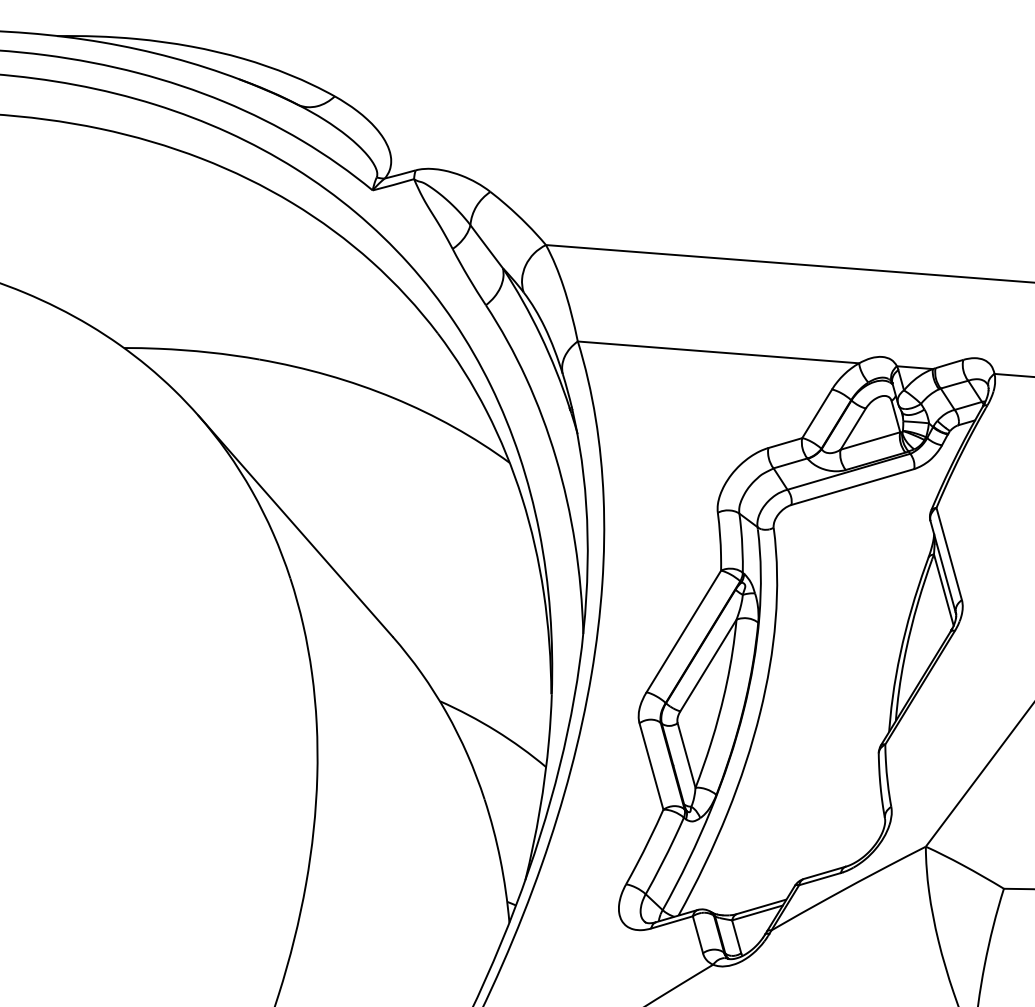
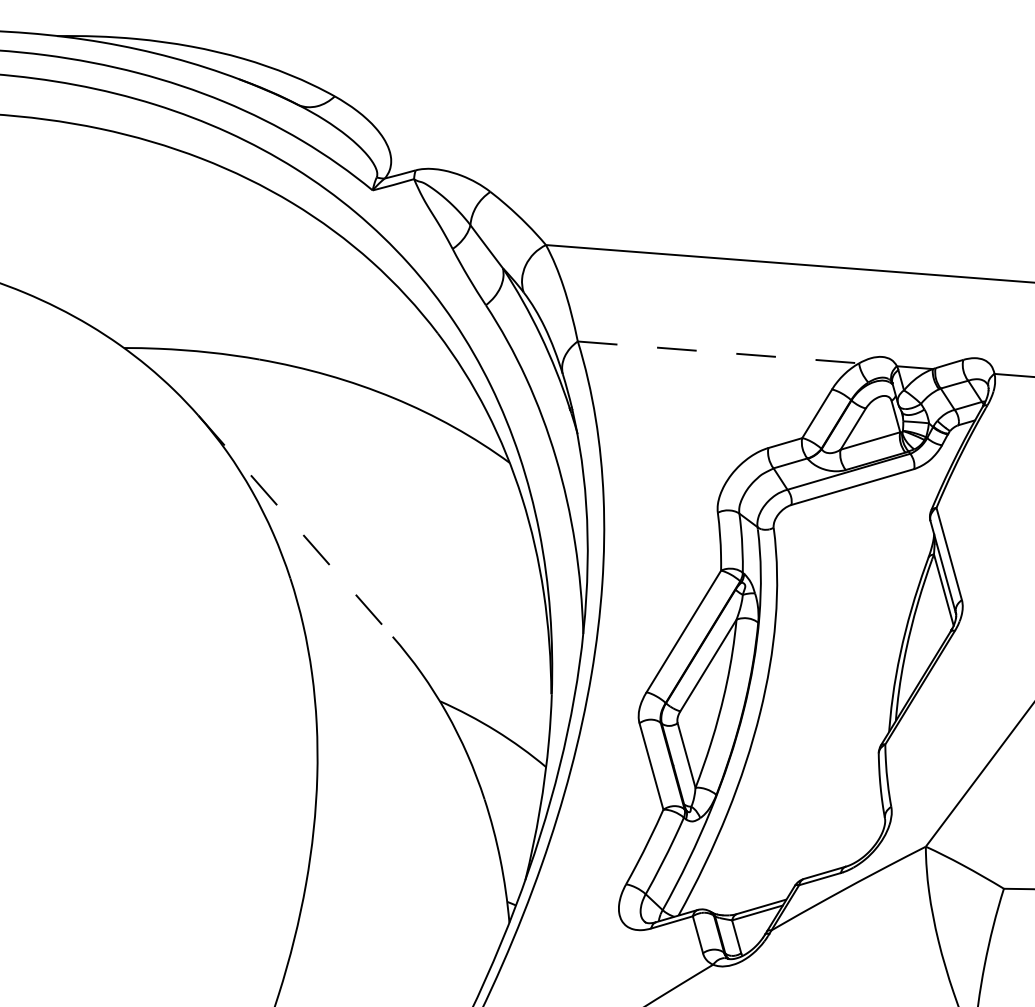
line at (719, 352): solid -> dashed
line at (295, 526): solid -> dashed
